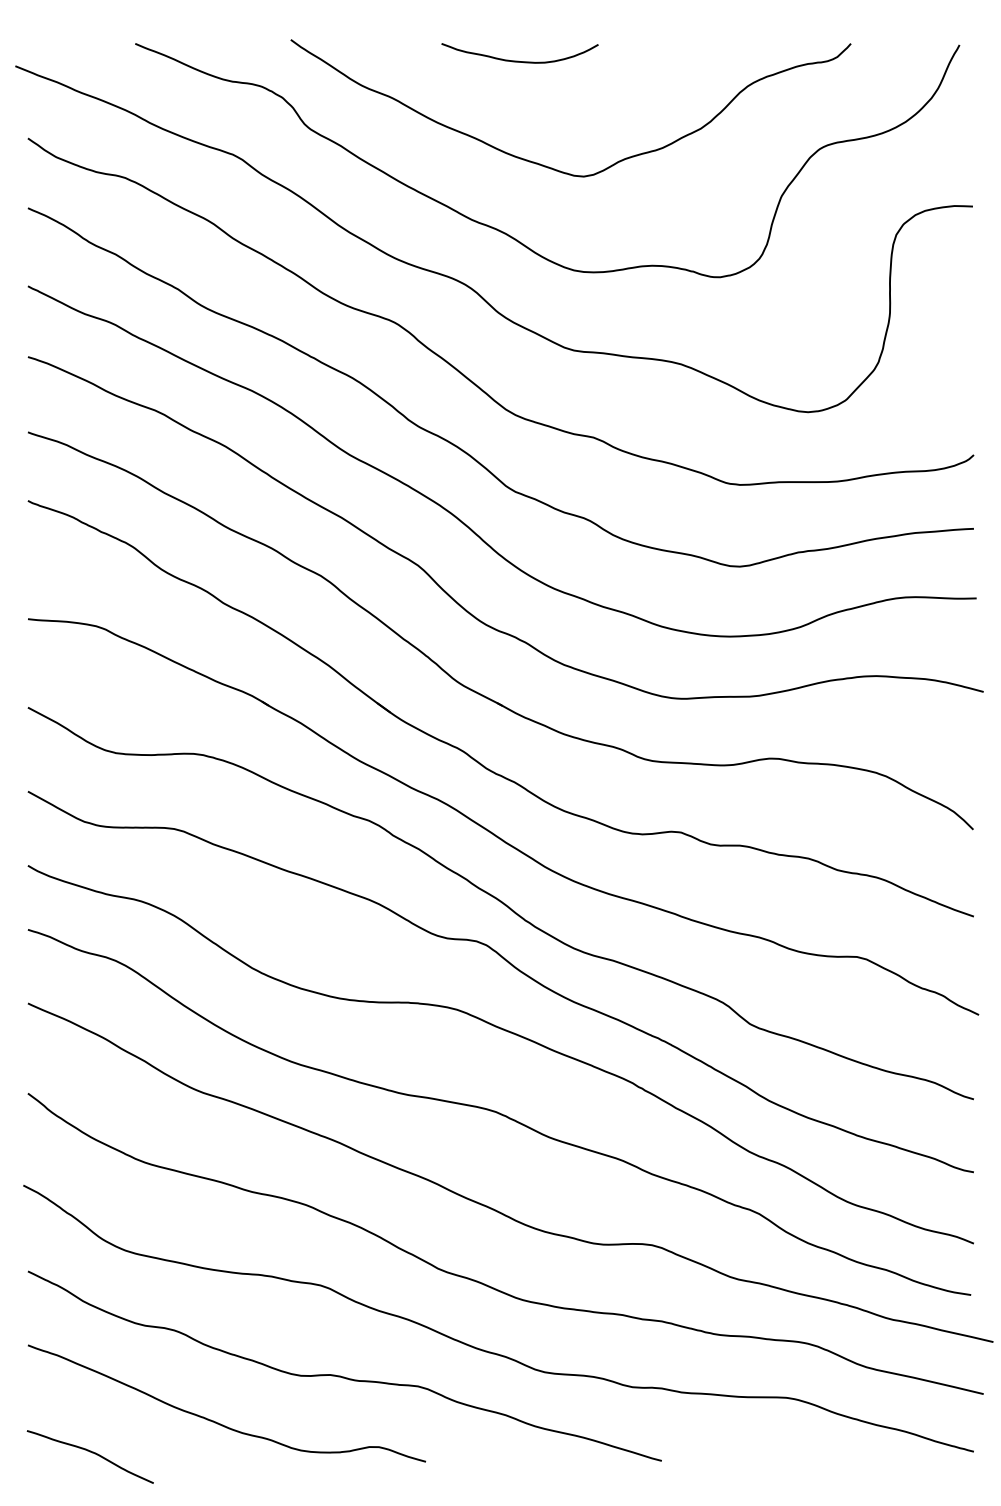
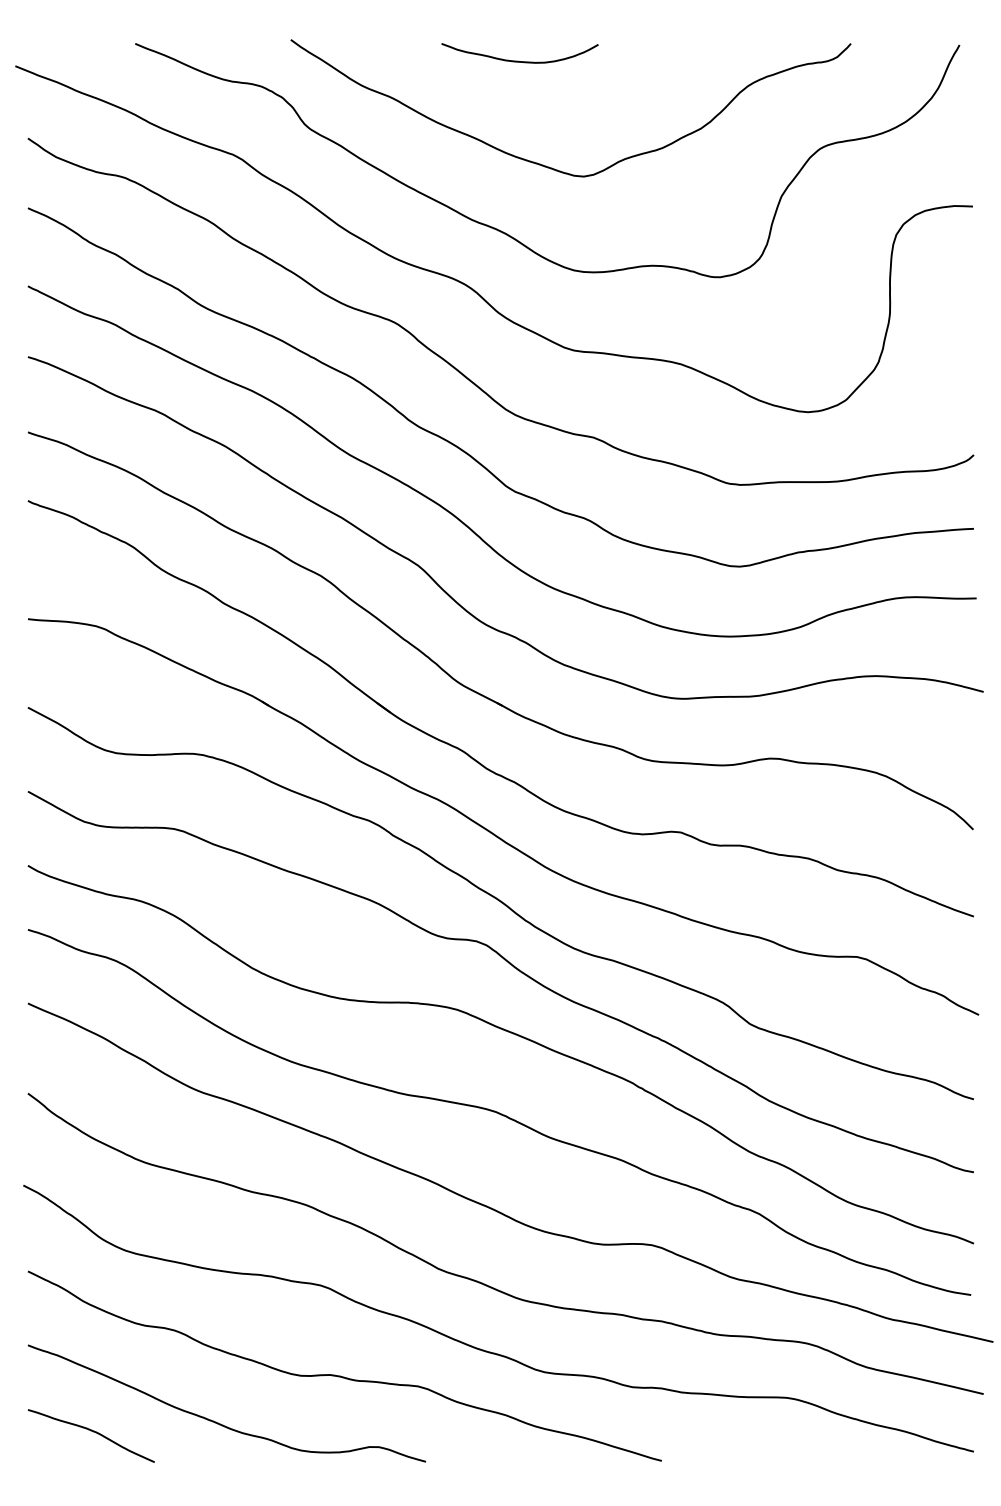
curve at (89, 1452) position: (89, 1452) -> (90, 1431)
